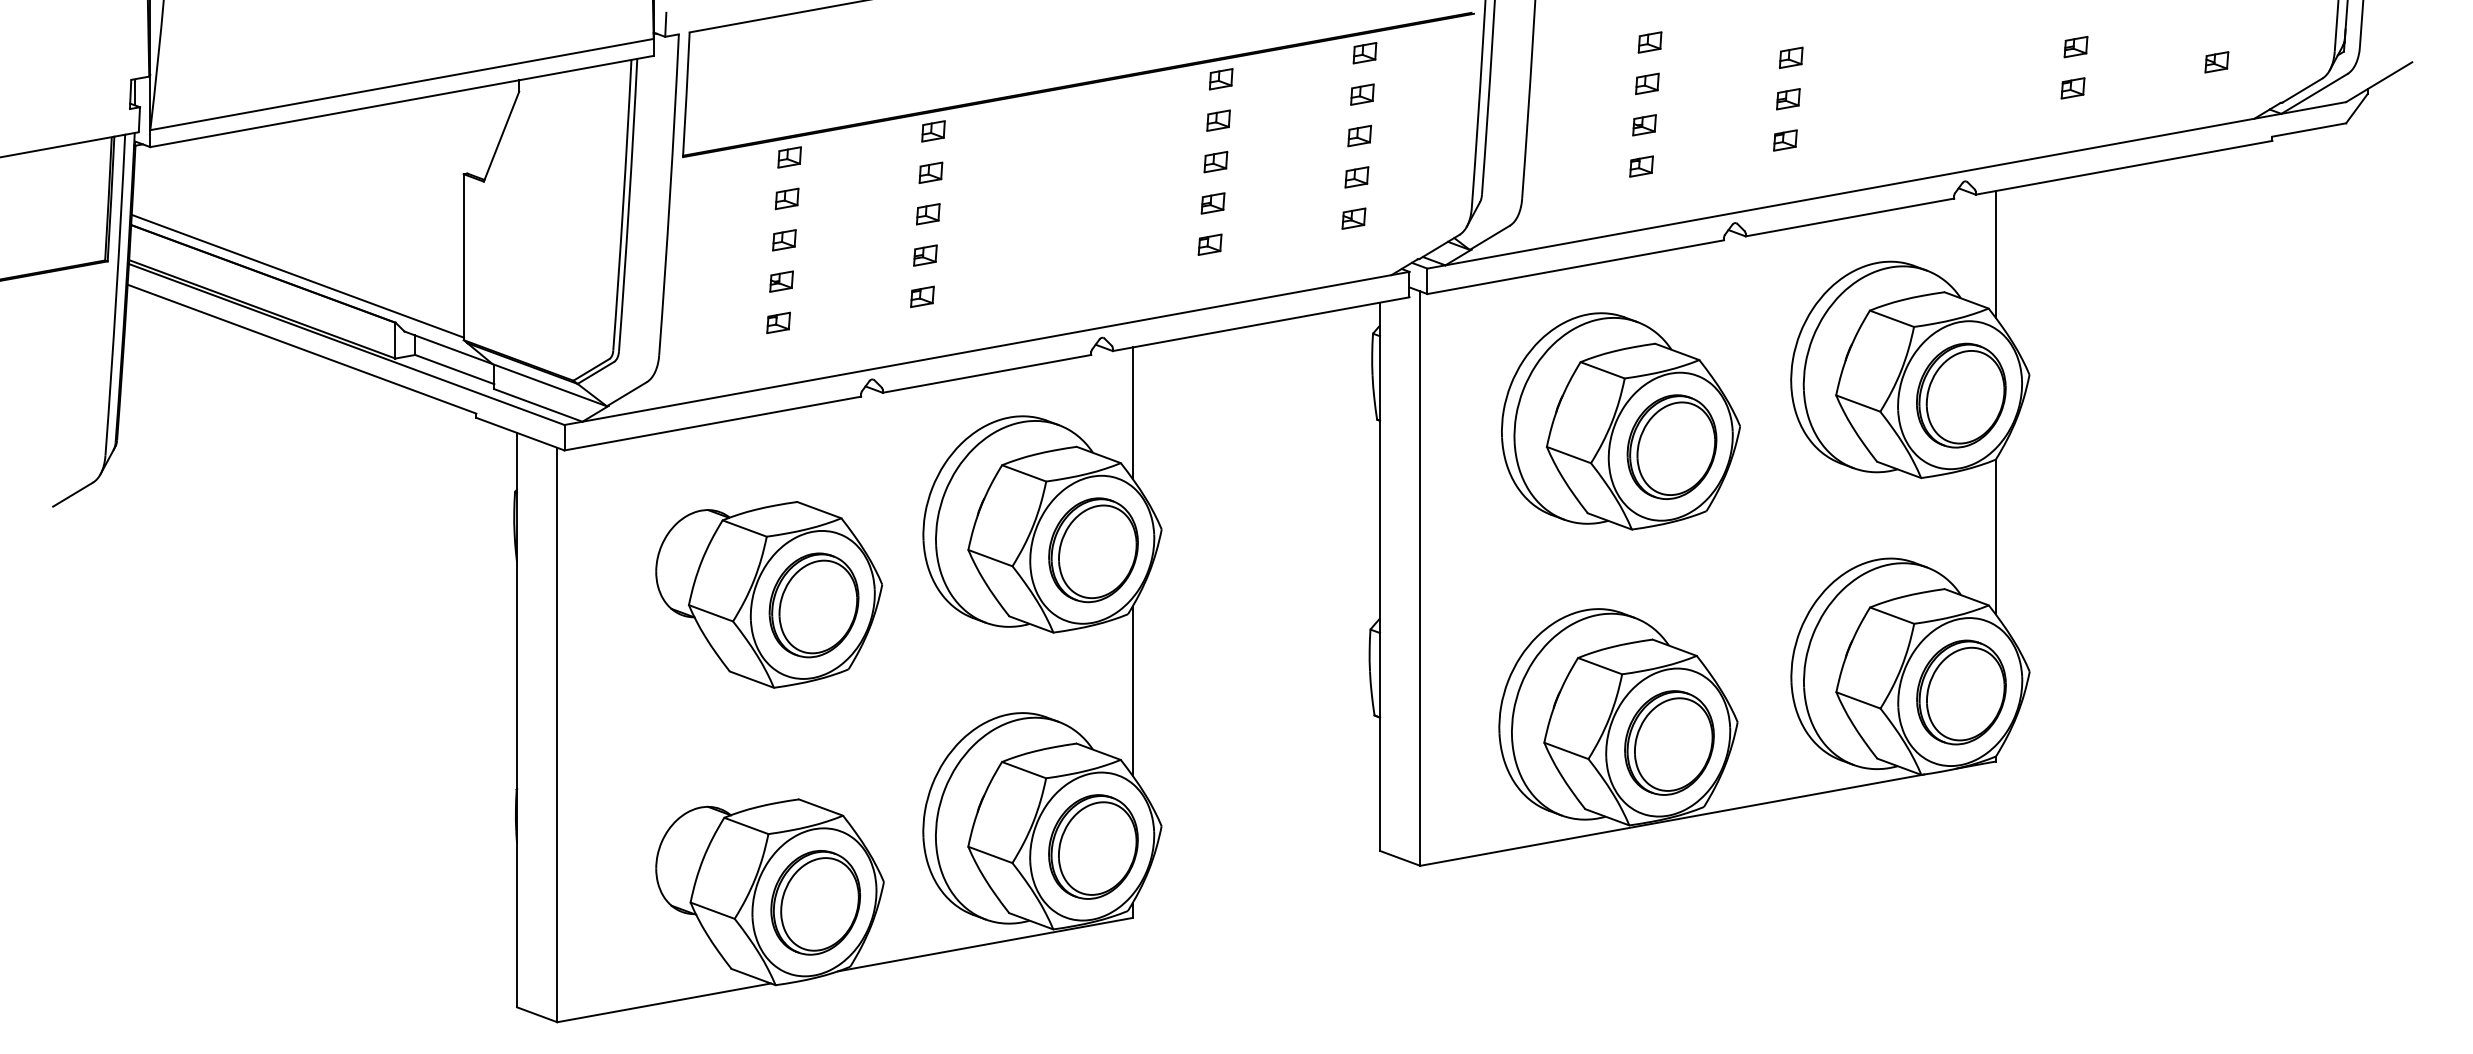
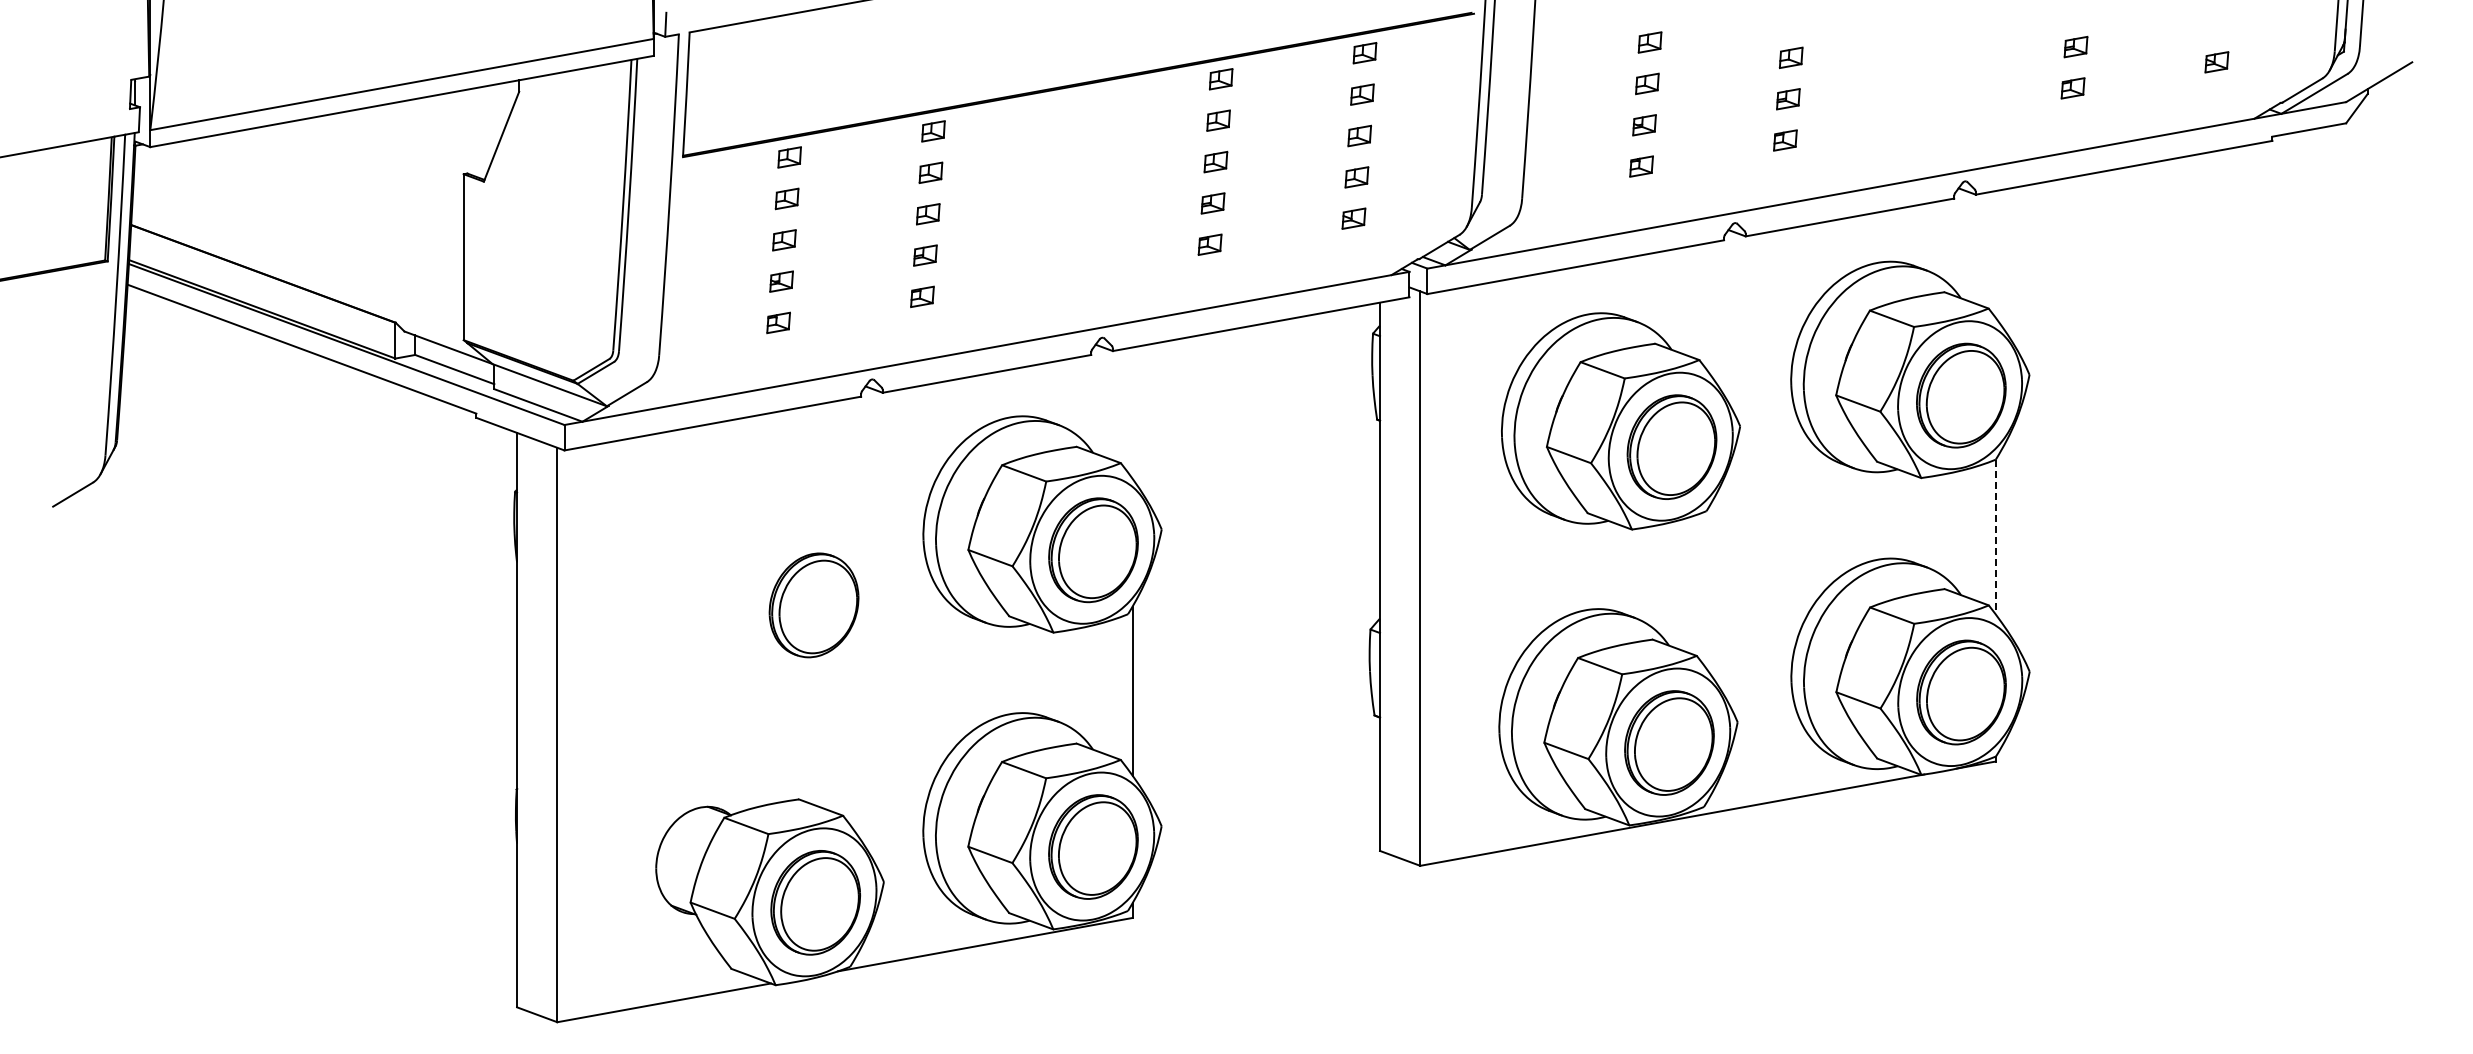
line at (1995, 254): present -> none
line at (297, 275): present -> none
line at (1132, 412): present -> none
line at (1995, 537): solid -> dashed
part at (768, 594): present -> none
